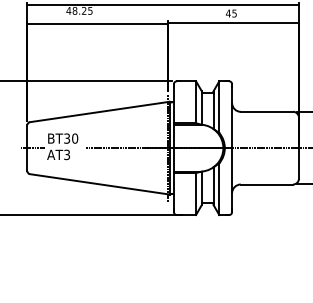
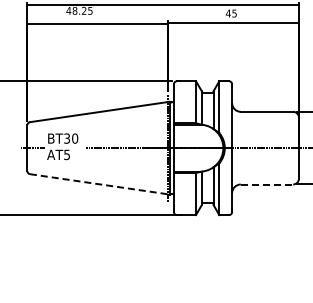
text at (66, 153): AT3 -> AT5
line at (99, 184): solid -> dashed
line at (267, 184): solid -> dashed
